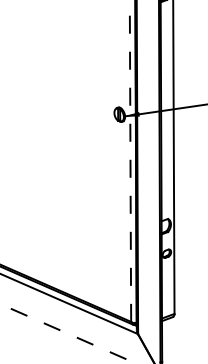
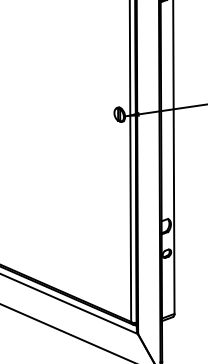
line at (130, 161): dashed -> solid
line at (69, 334): dashed -> solid
